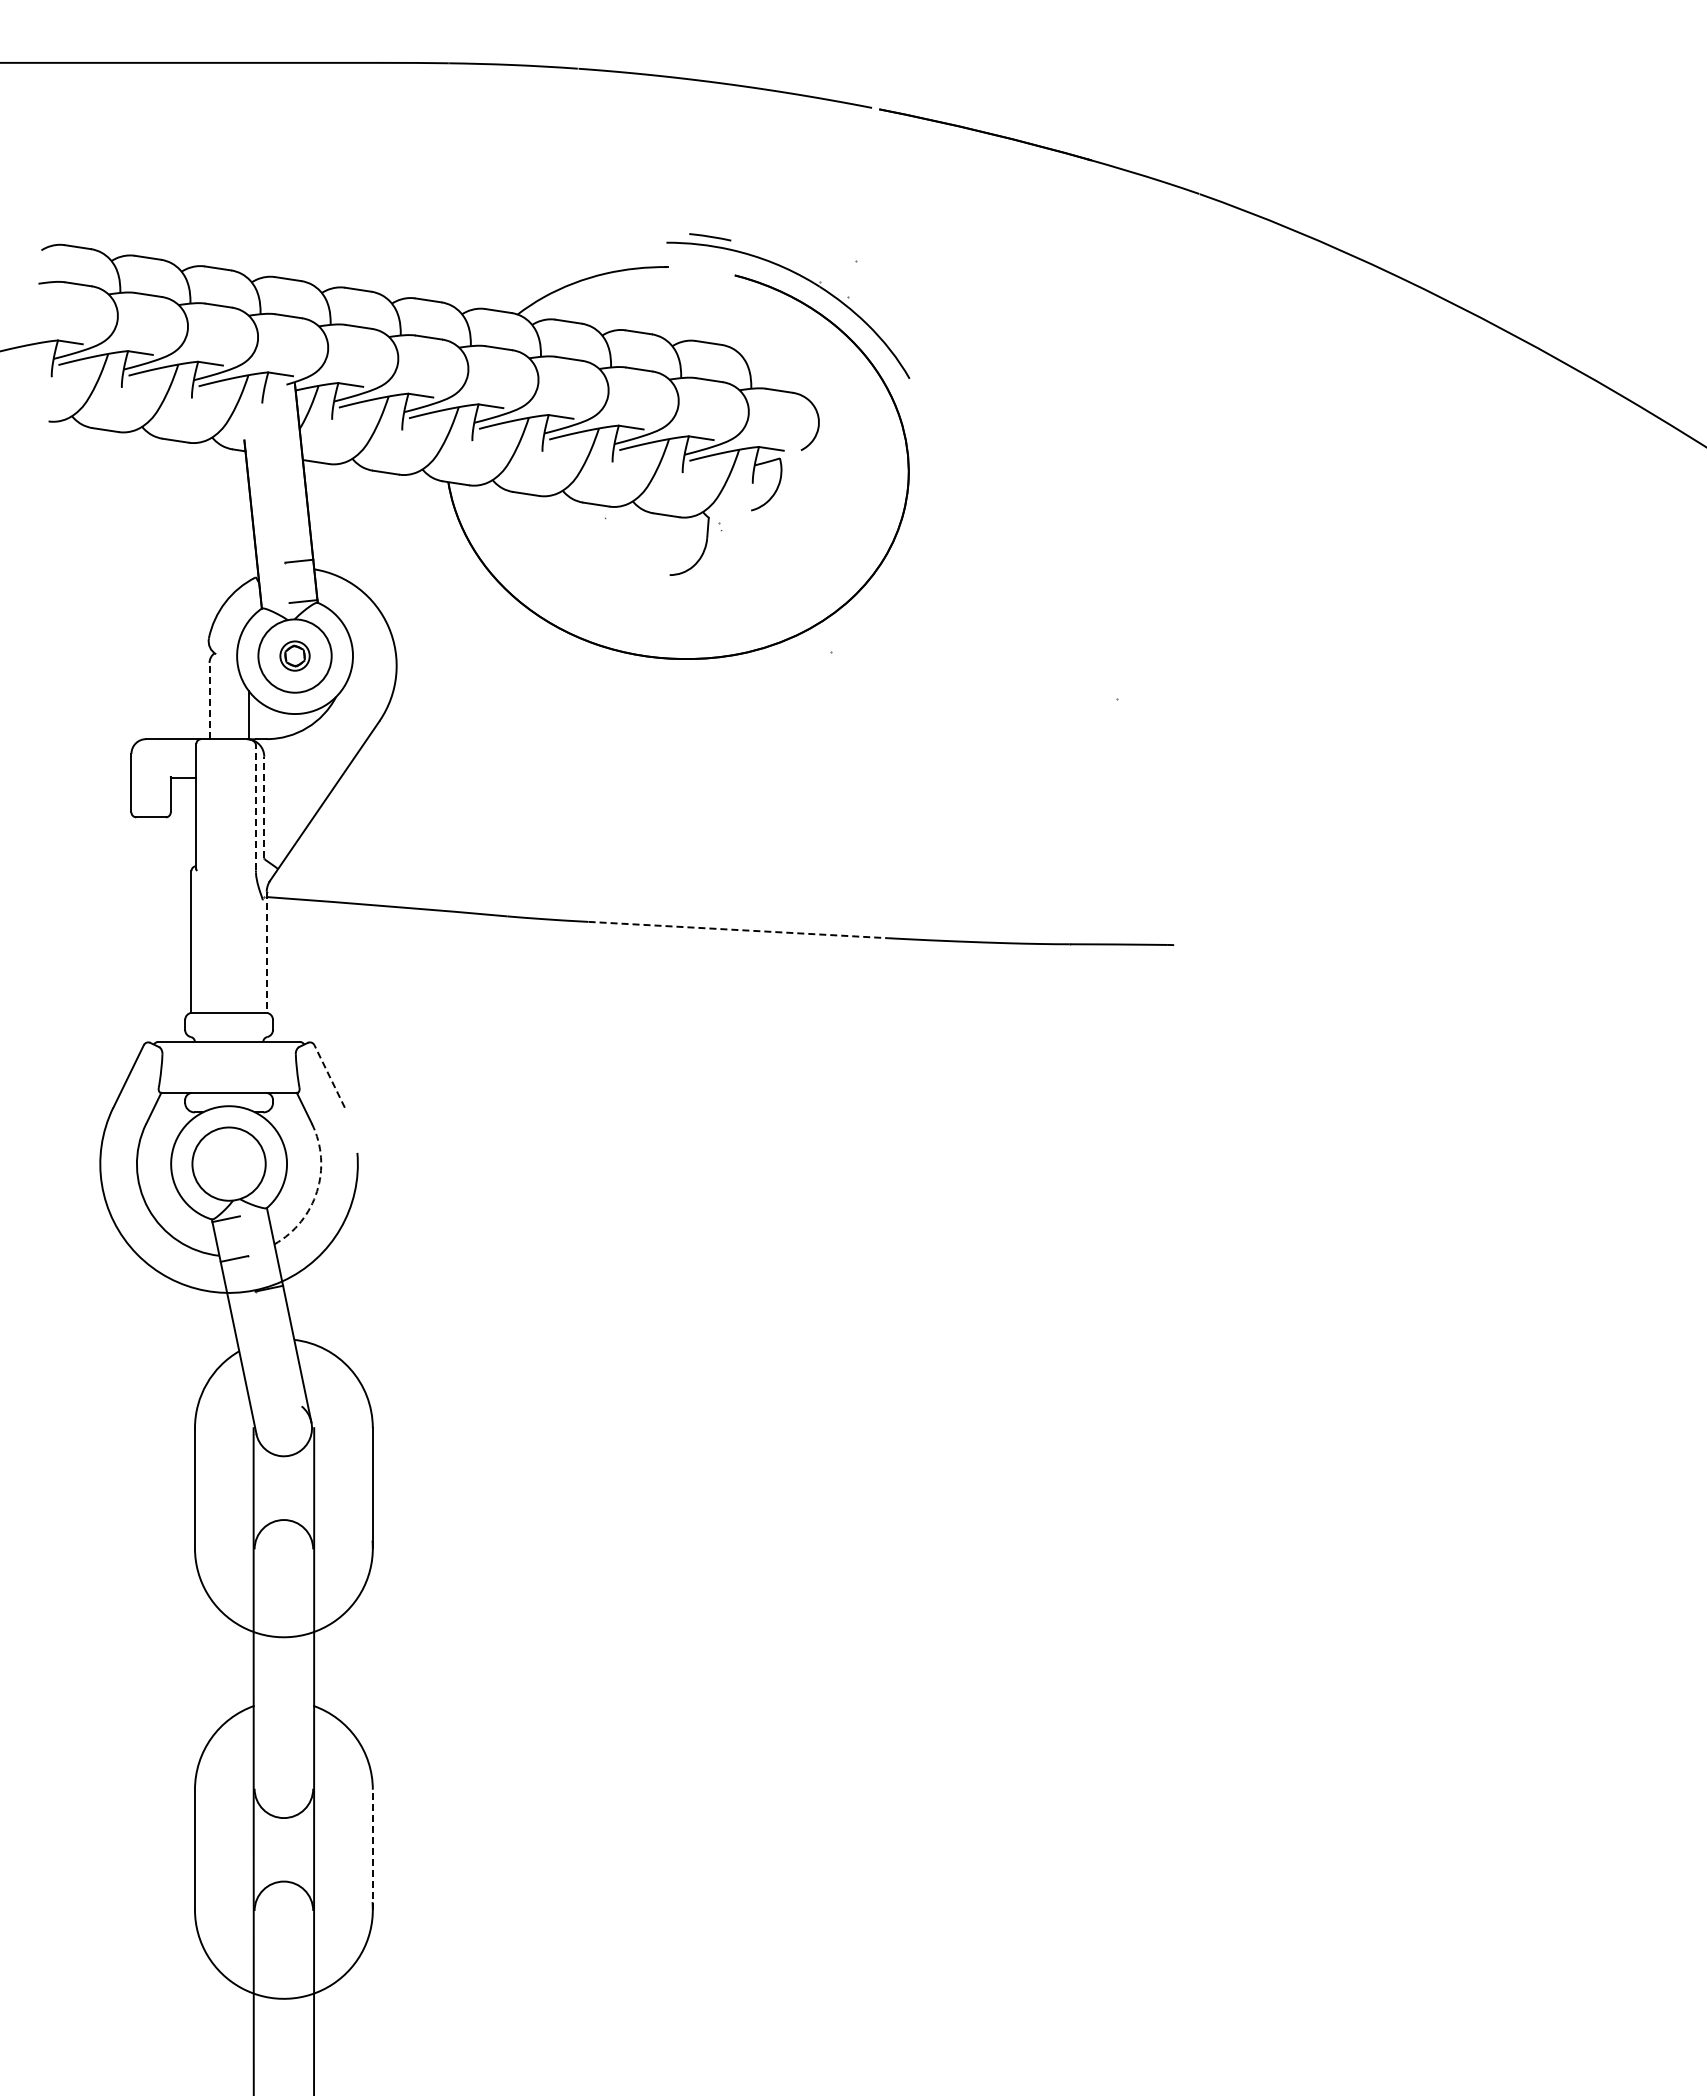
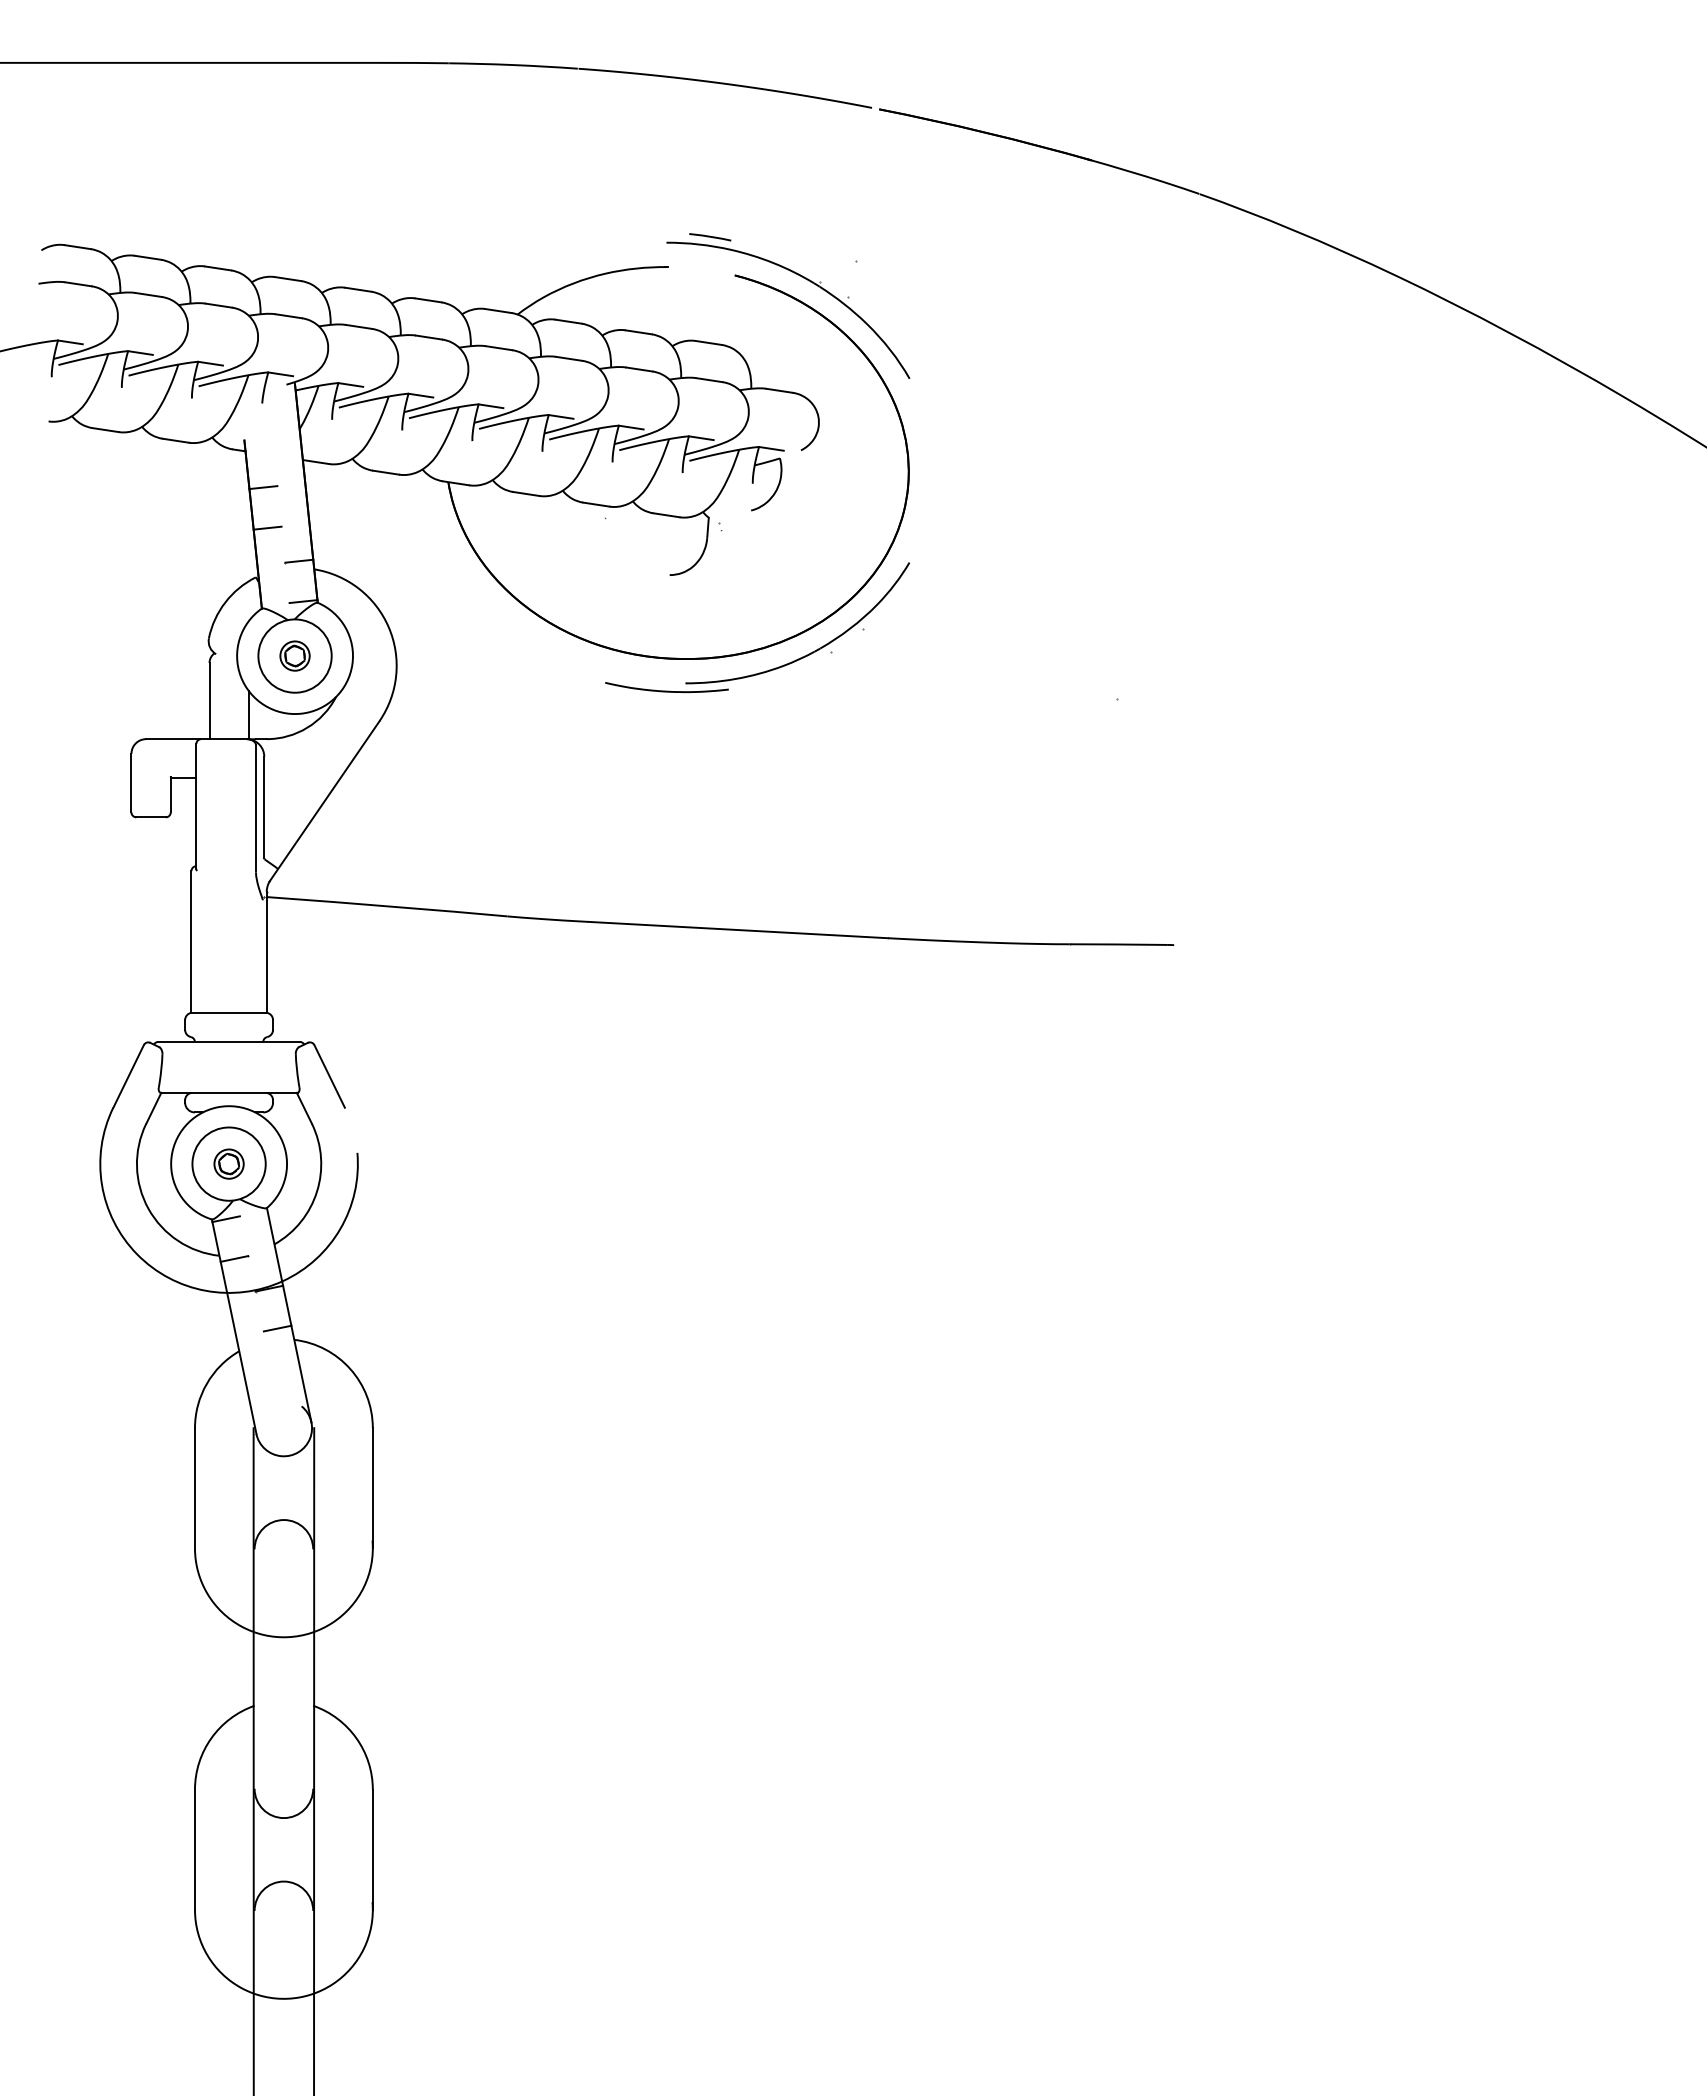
line at (263, 487): none -> present
line at (267, 527): none -> present
part at (772, 668): none -> present
line at (209, 700): dashed -> solid
line at (255, 807): dashed -> solid
line at (264, 807): dashed -> solid
line at (738, 930): dashed -> solid
line at (266, 952): dashed -> solid
line at (329, 1076): dashed -> solid
part at (228, 1163): none -> present
arc at (317, 1191): dashed -> solid
line at (277, 1328): none -> present
line at (372, 1849): dashed -> solid
